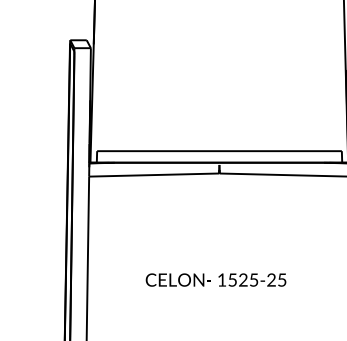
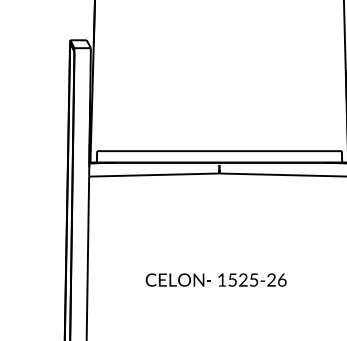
text at (282, 279): 1525-25 -> 1525-26
